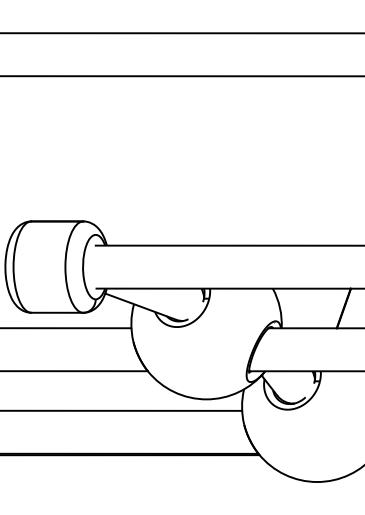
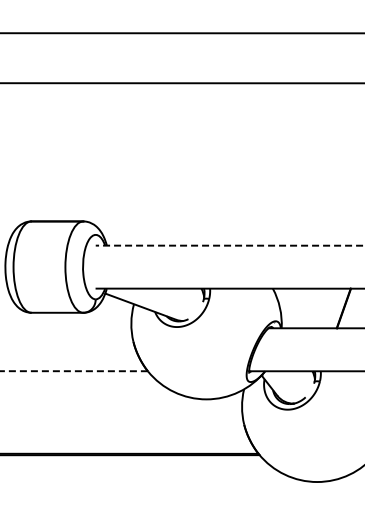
line at (181, 76) position: (181, 76) -> (181, 83)
line at (229, 245): solid -> dashed
line at (66, 328): present -> none
line at (73, 371): solid -> dashed
line at (122, 410): present -> none
